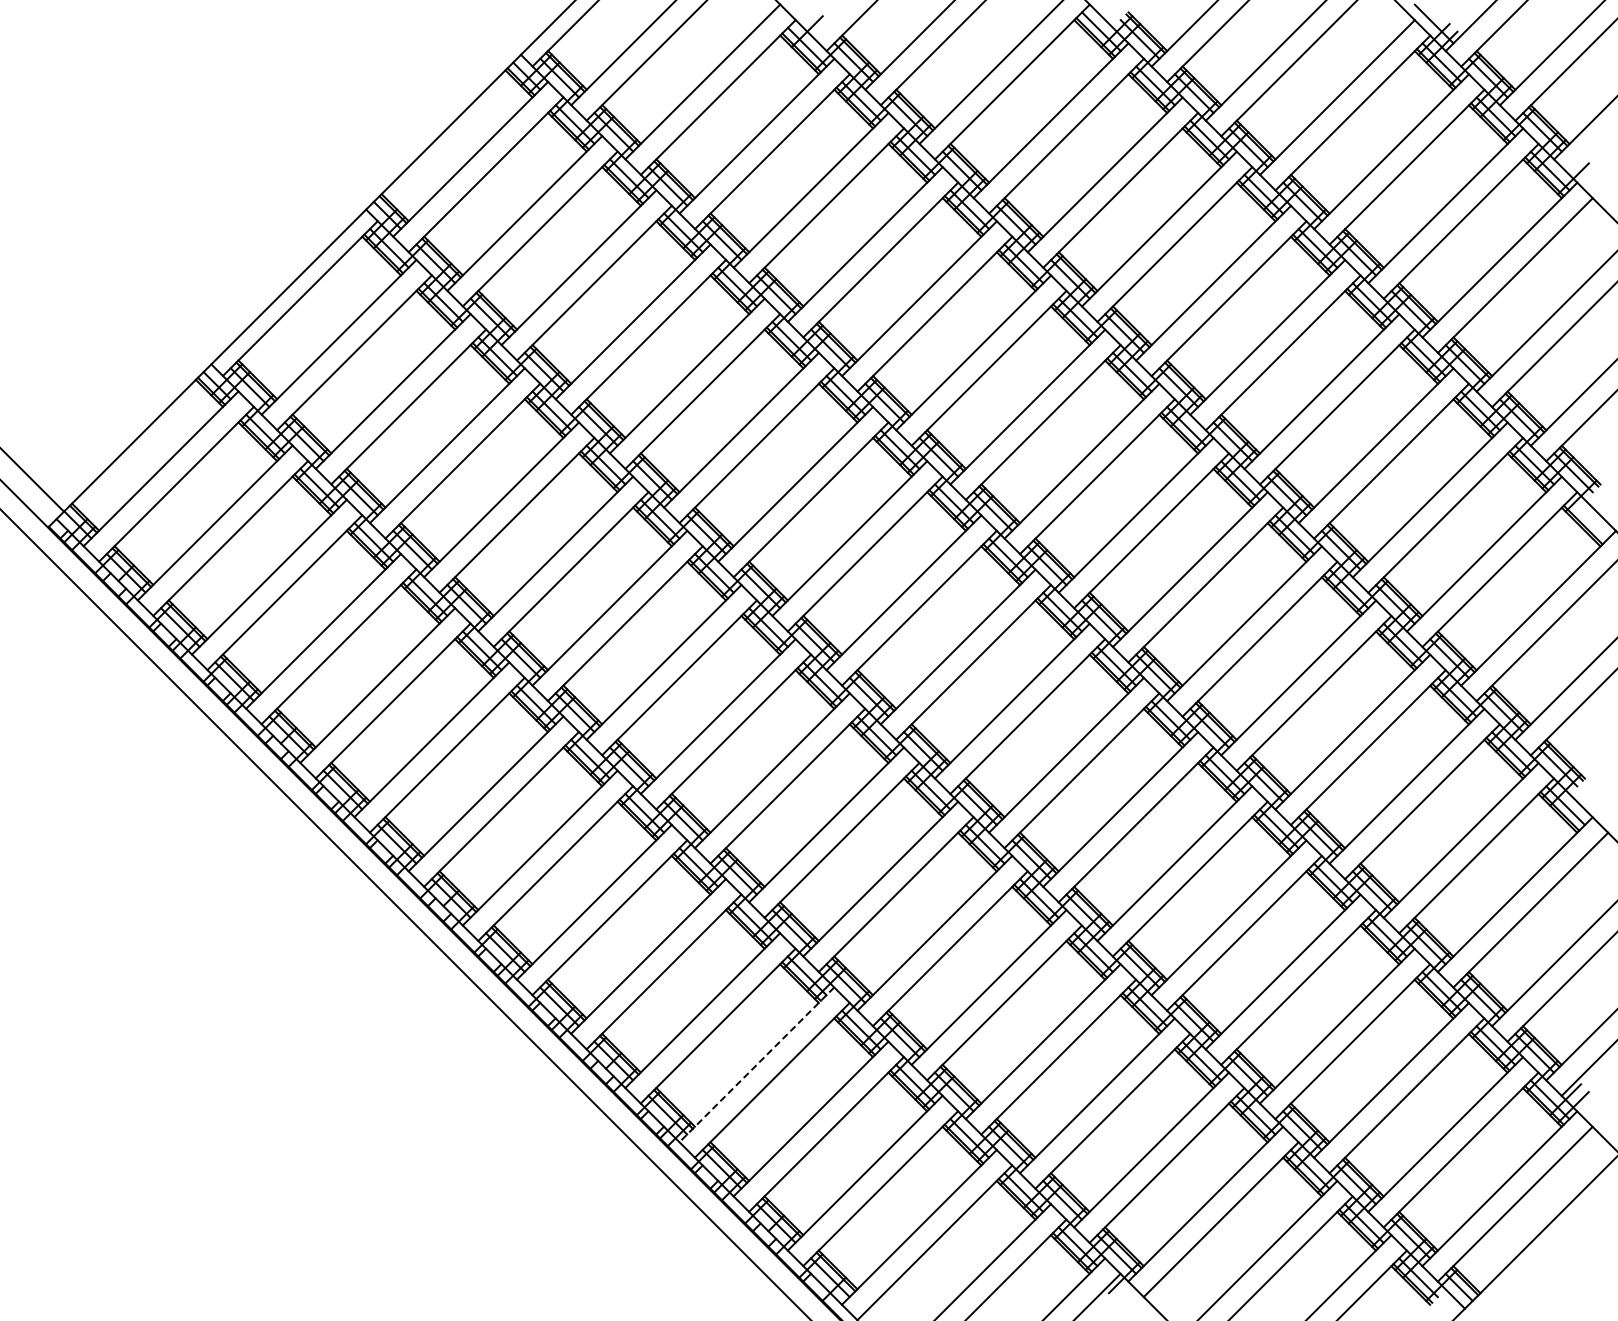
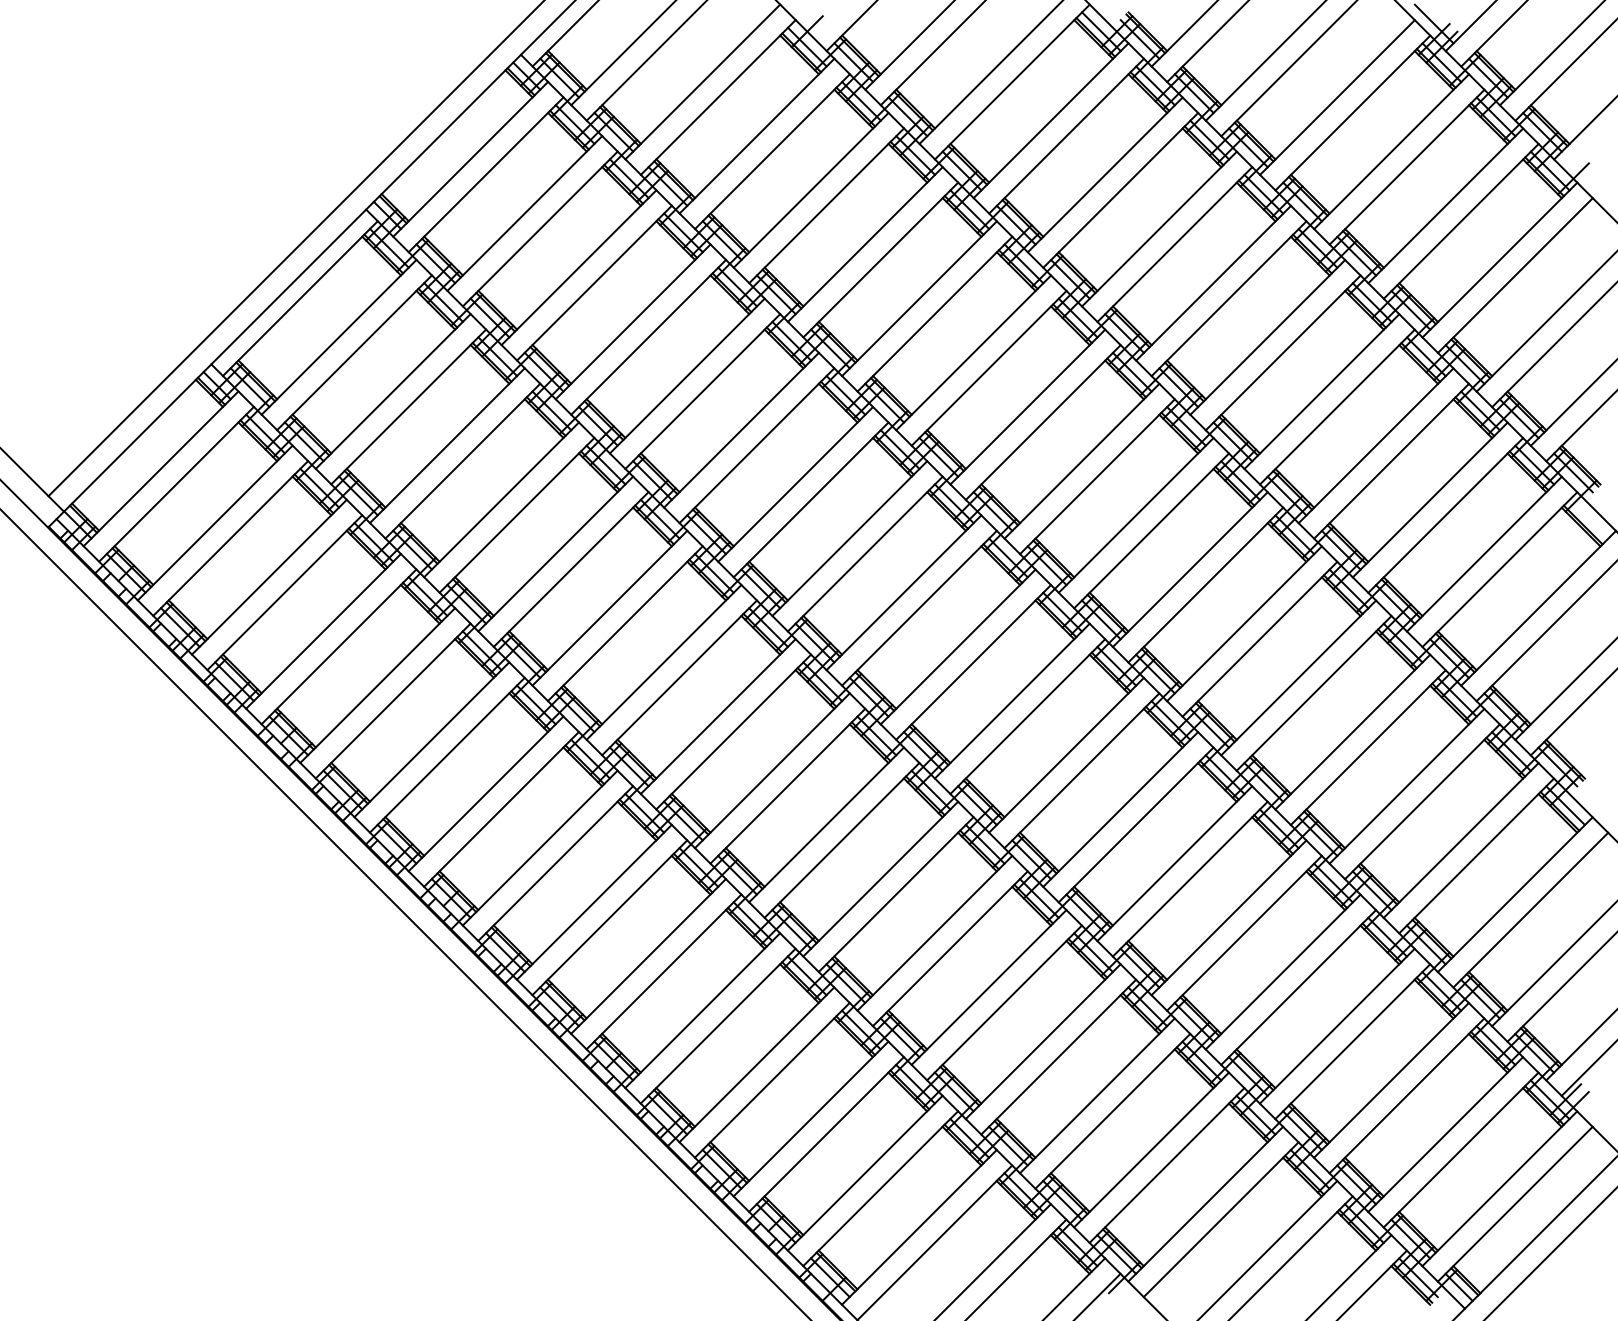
line at (295, 249): none -> present
line at (756, 1065): dashed -> solid
line at (1550, 1253): none -> present
